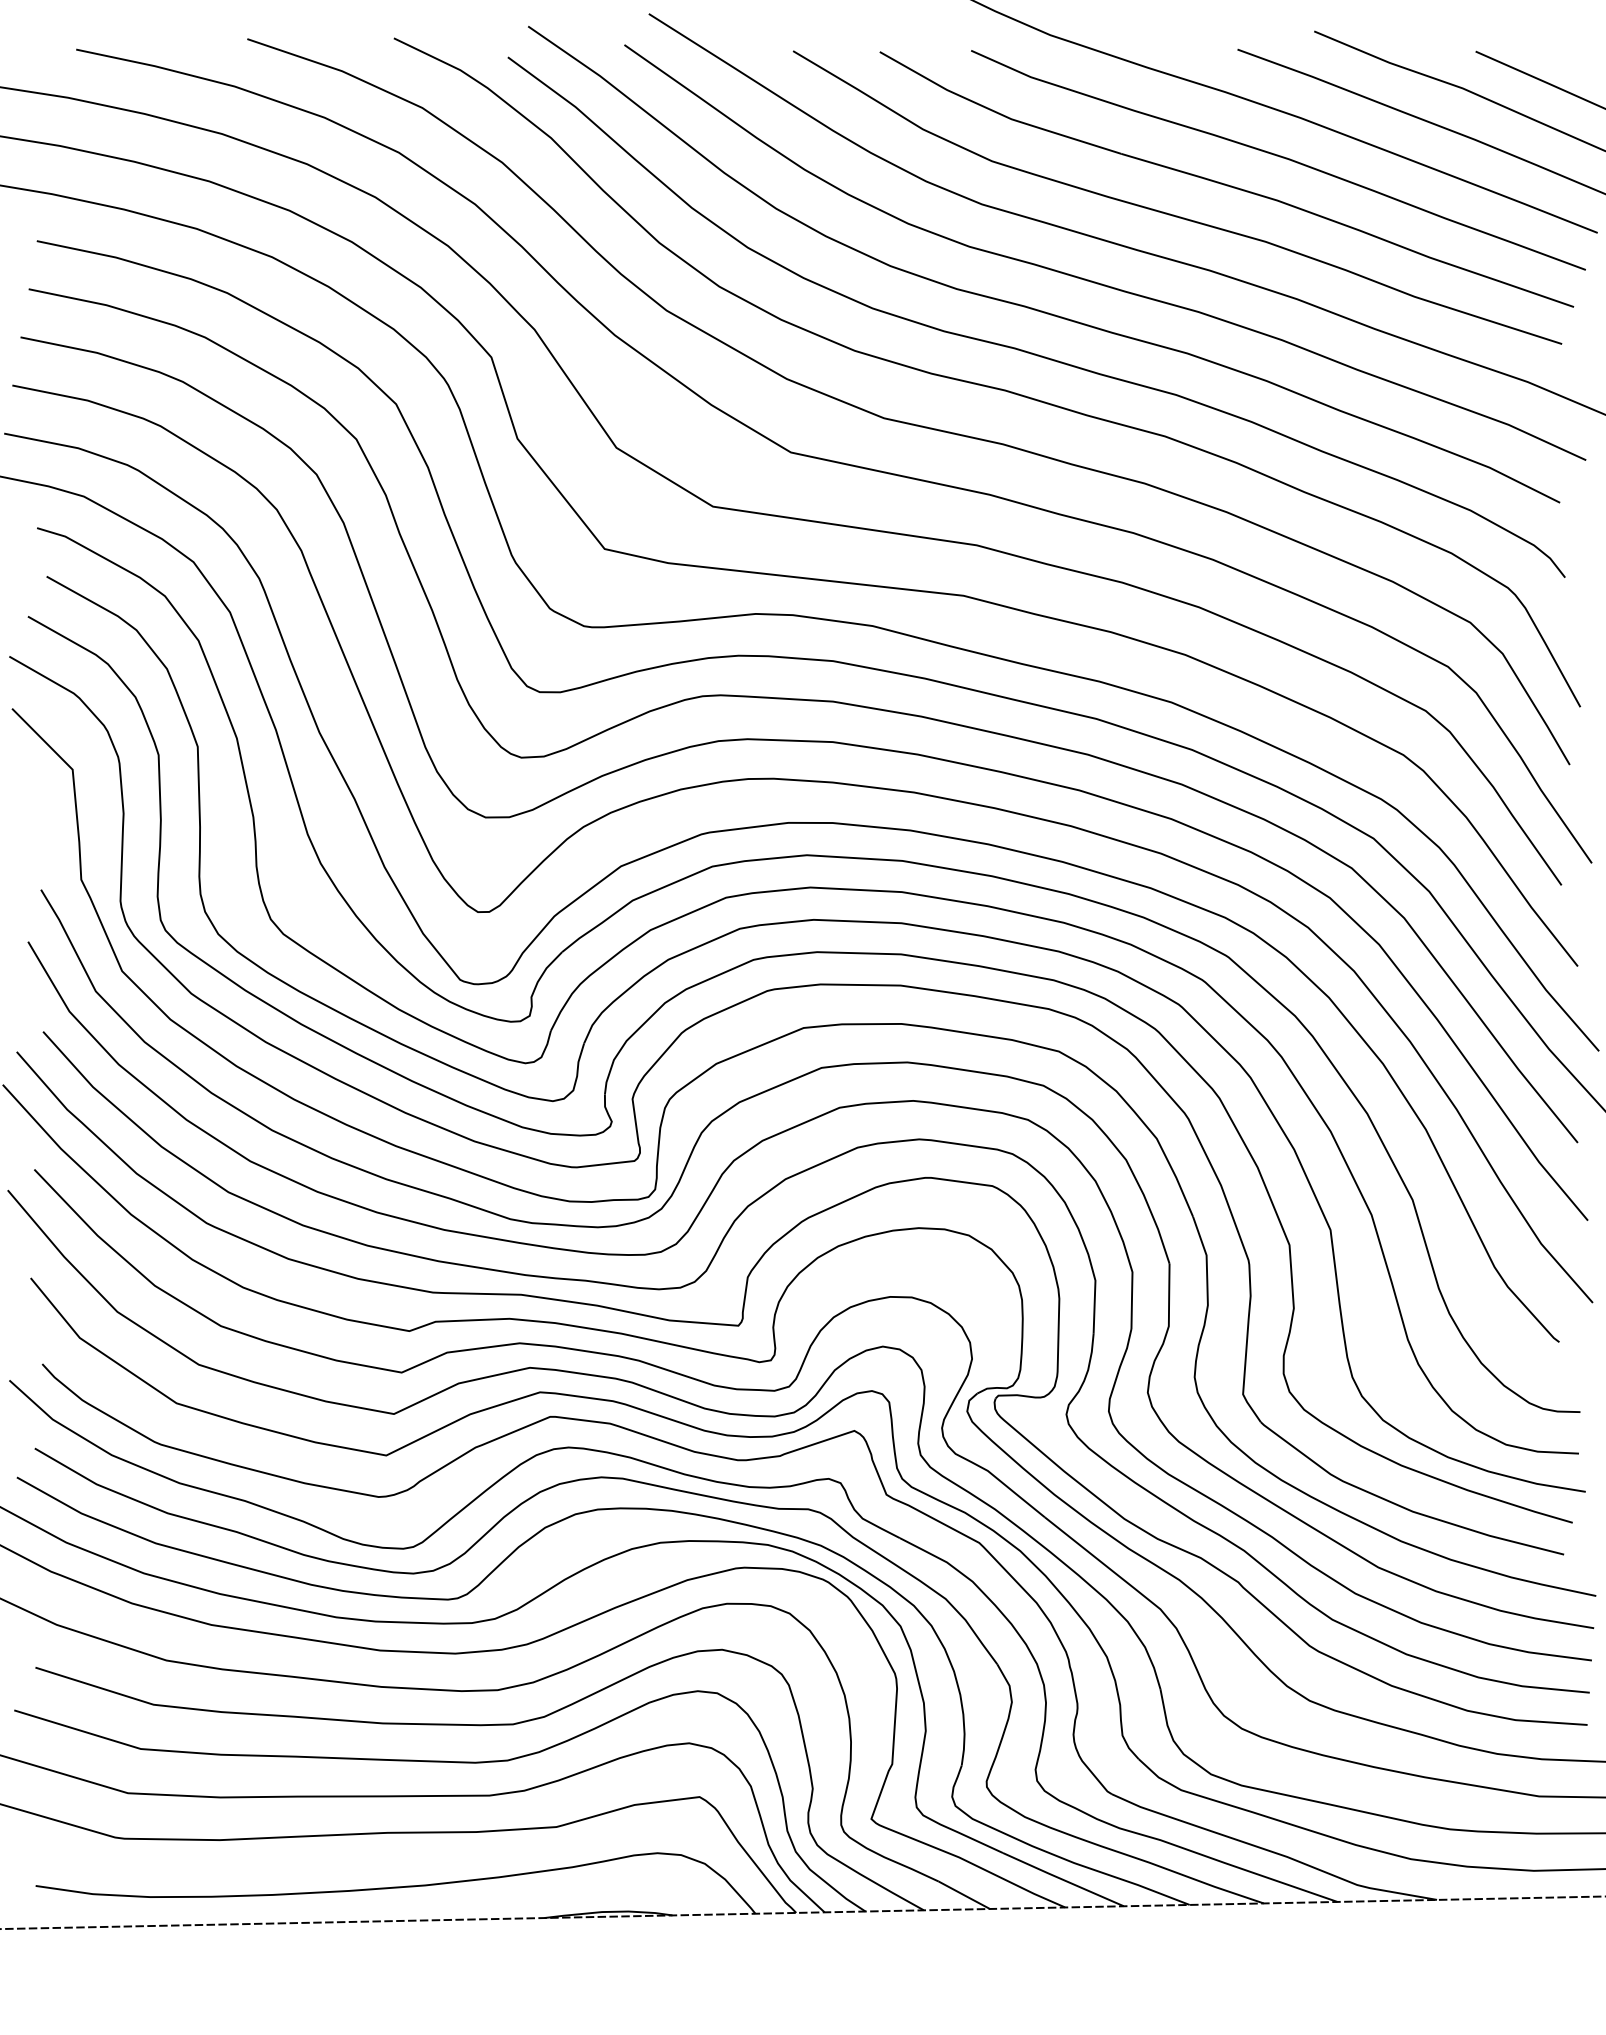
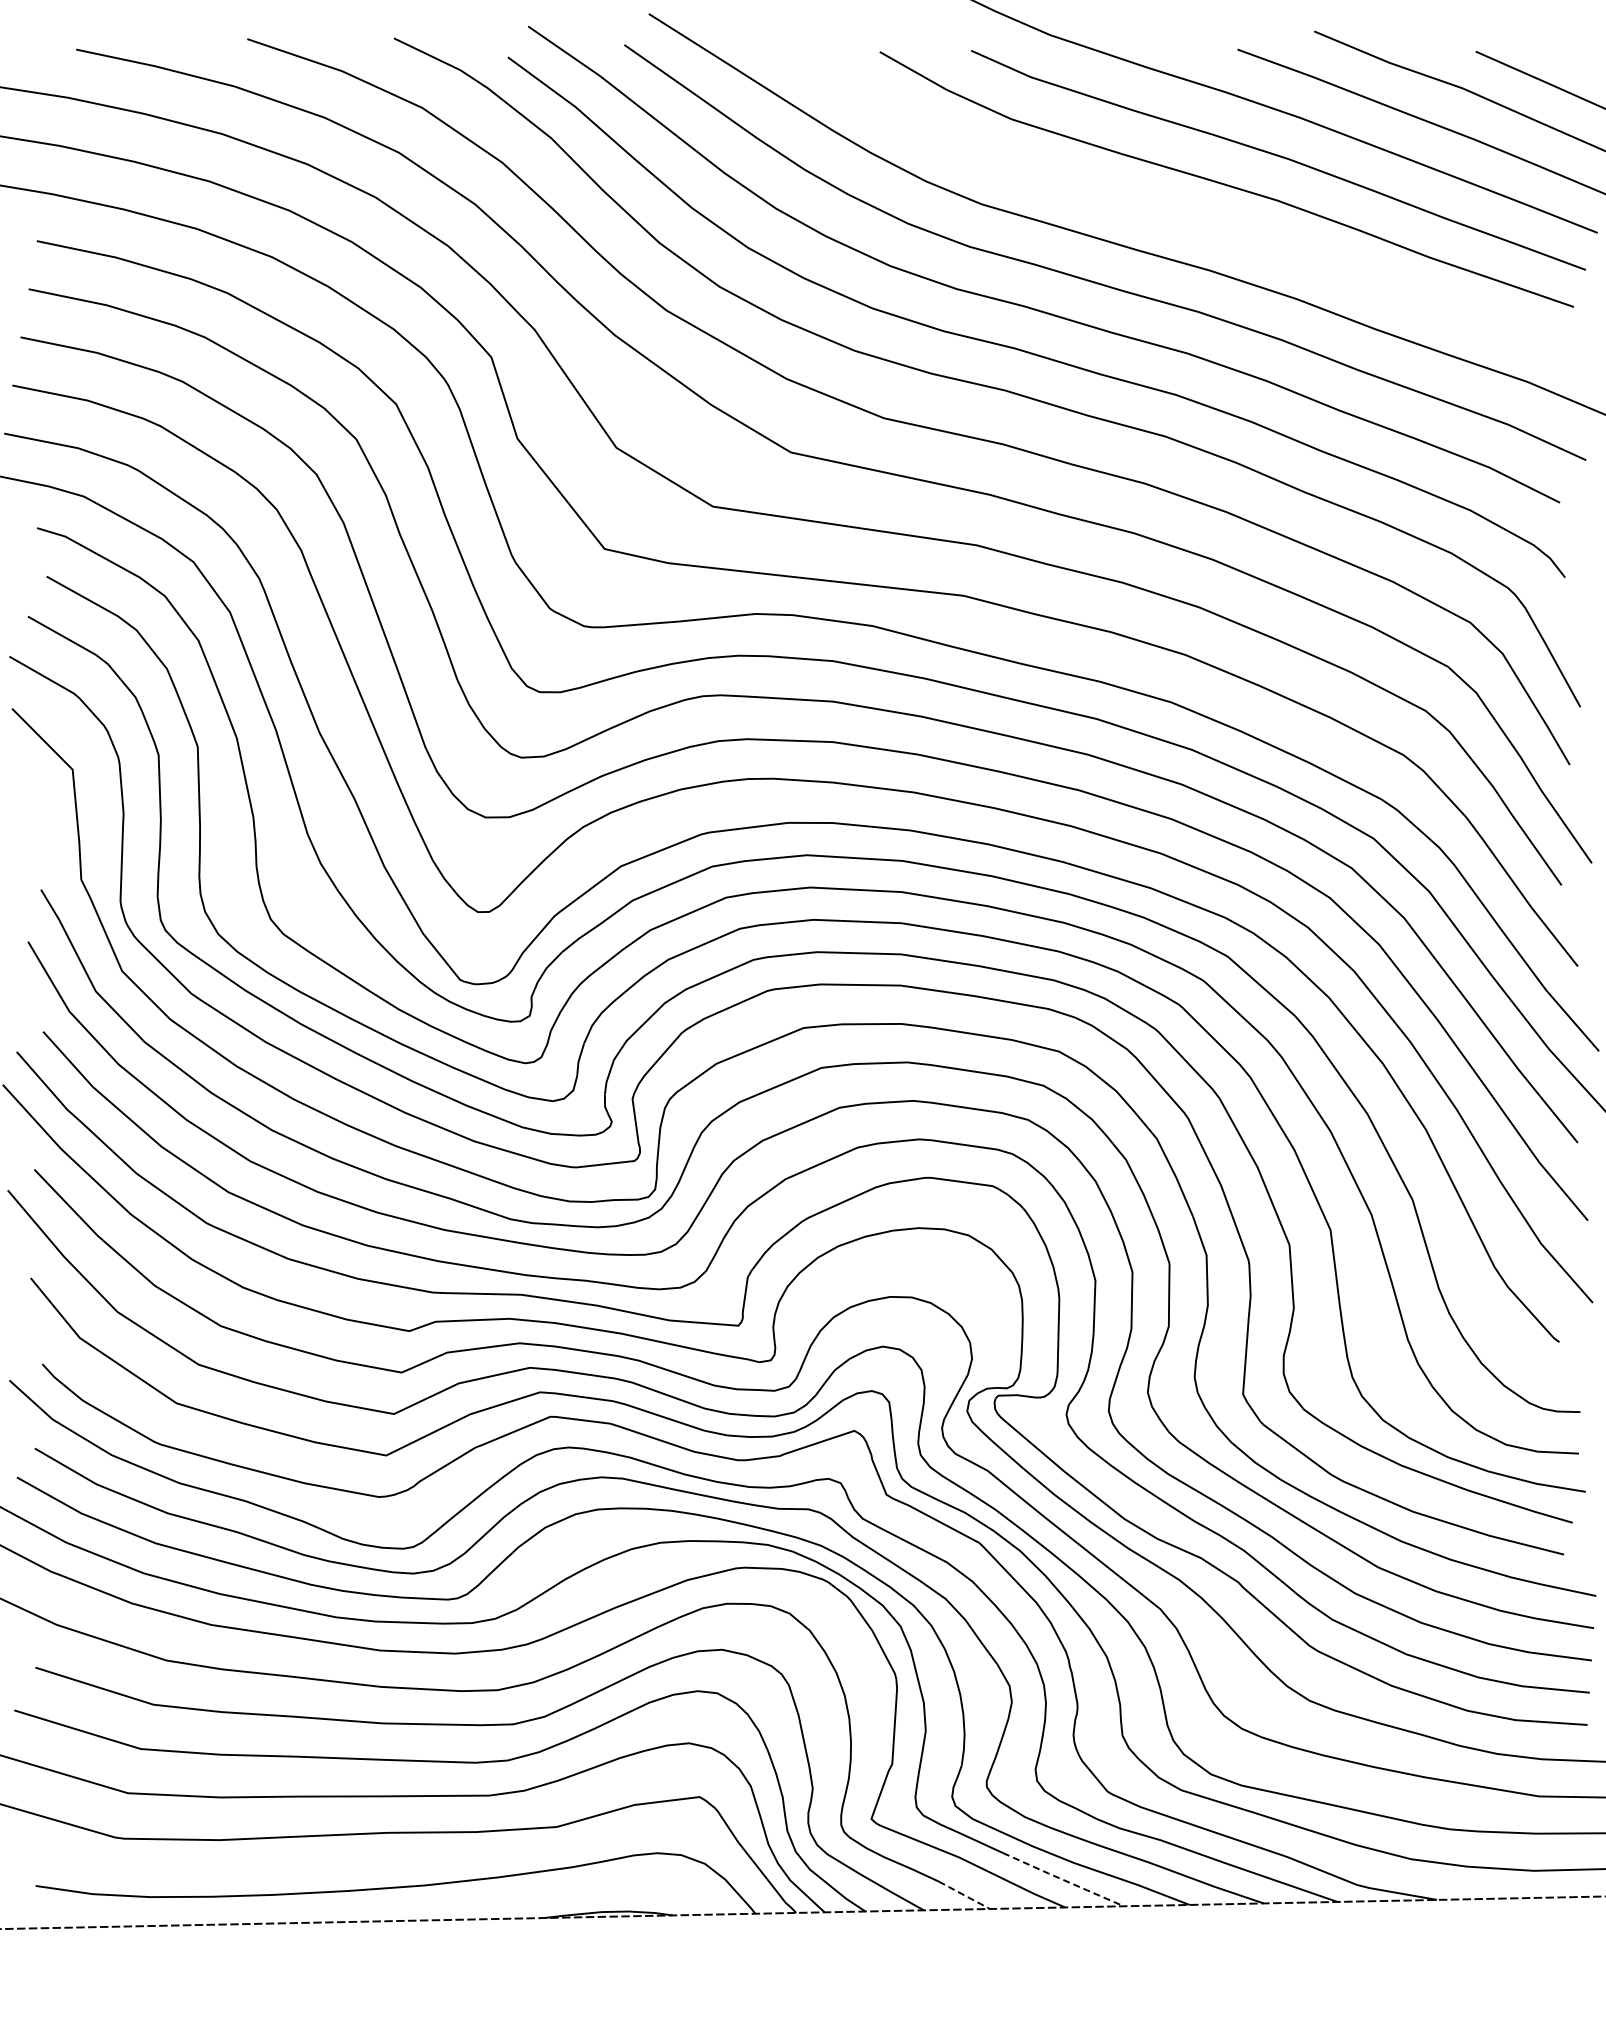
curve at (1170, 213): present -> none
line at (1063, 1880): solid -> dashed
line at (965, 1895): solid -> dashed
